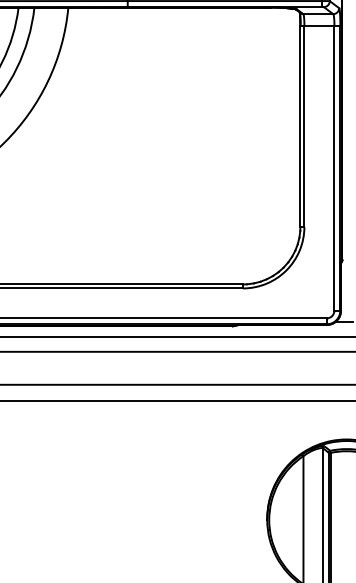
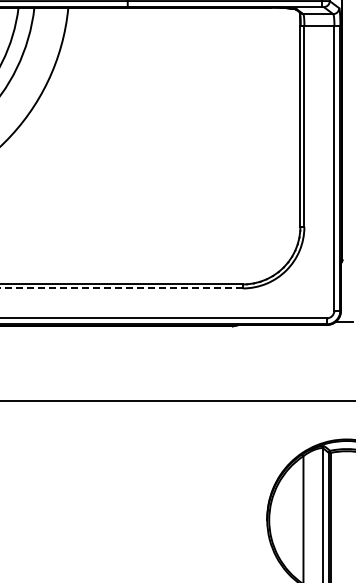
line at (121, 288): solid -> dashed
line at (177, 336): present -> none
line at (177, 351): present -> none
line at (177, 384): present -> none
